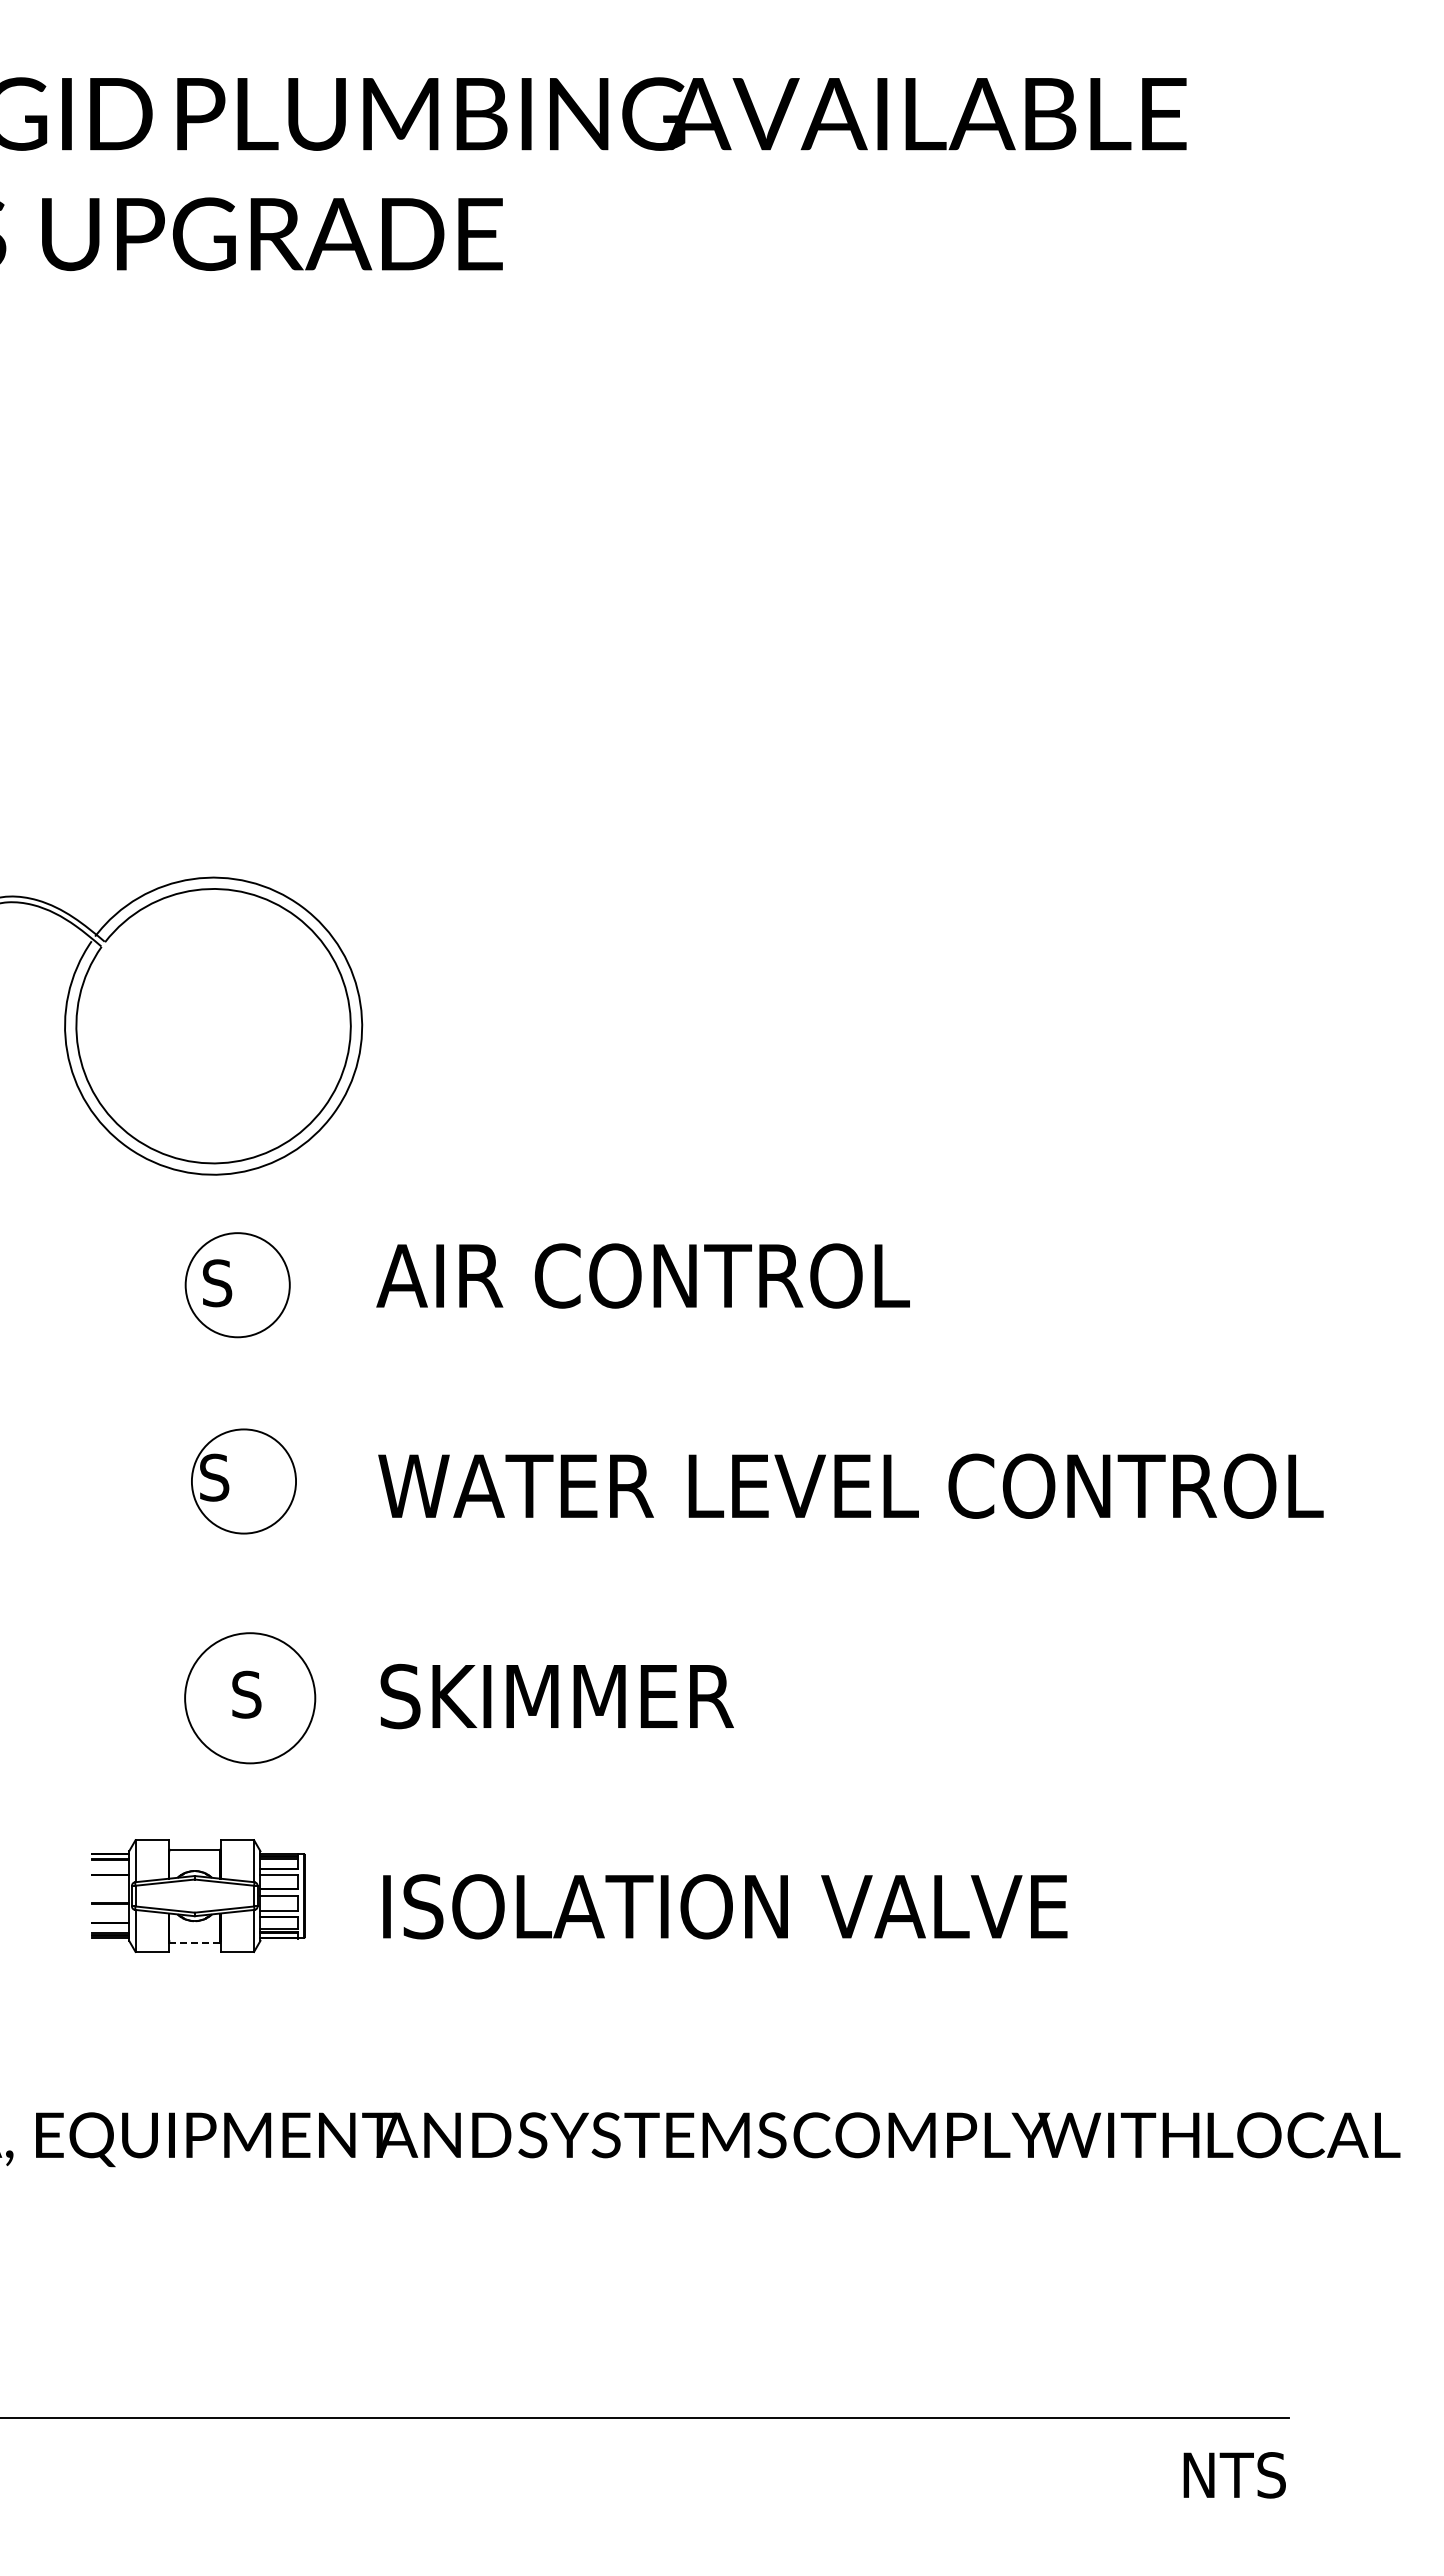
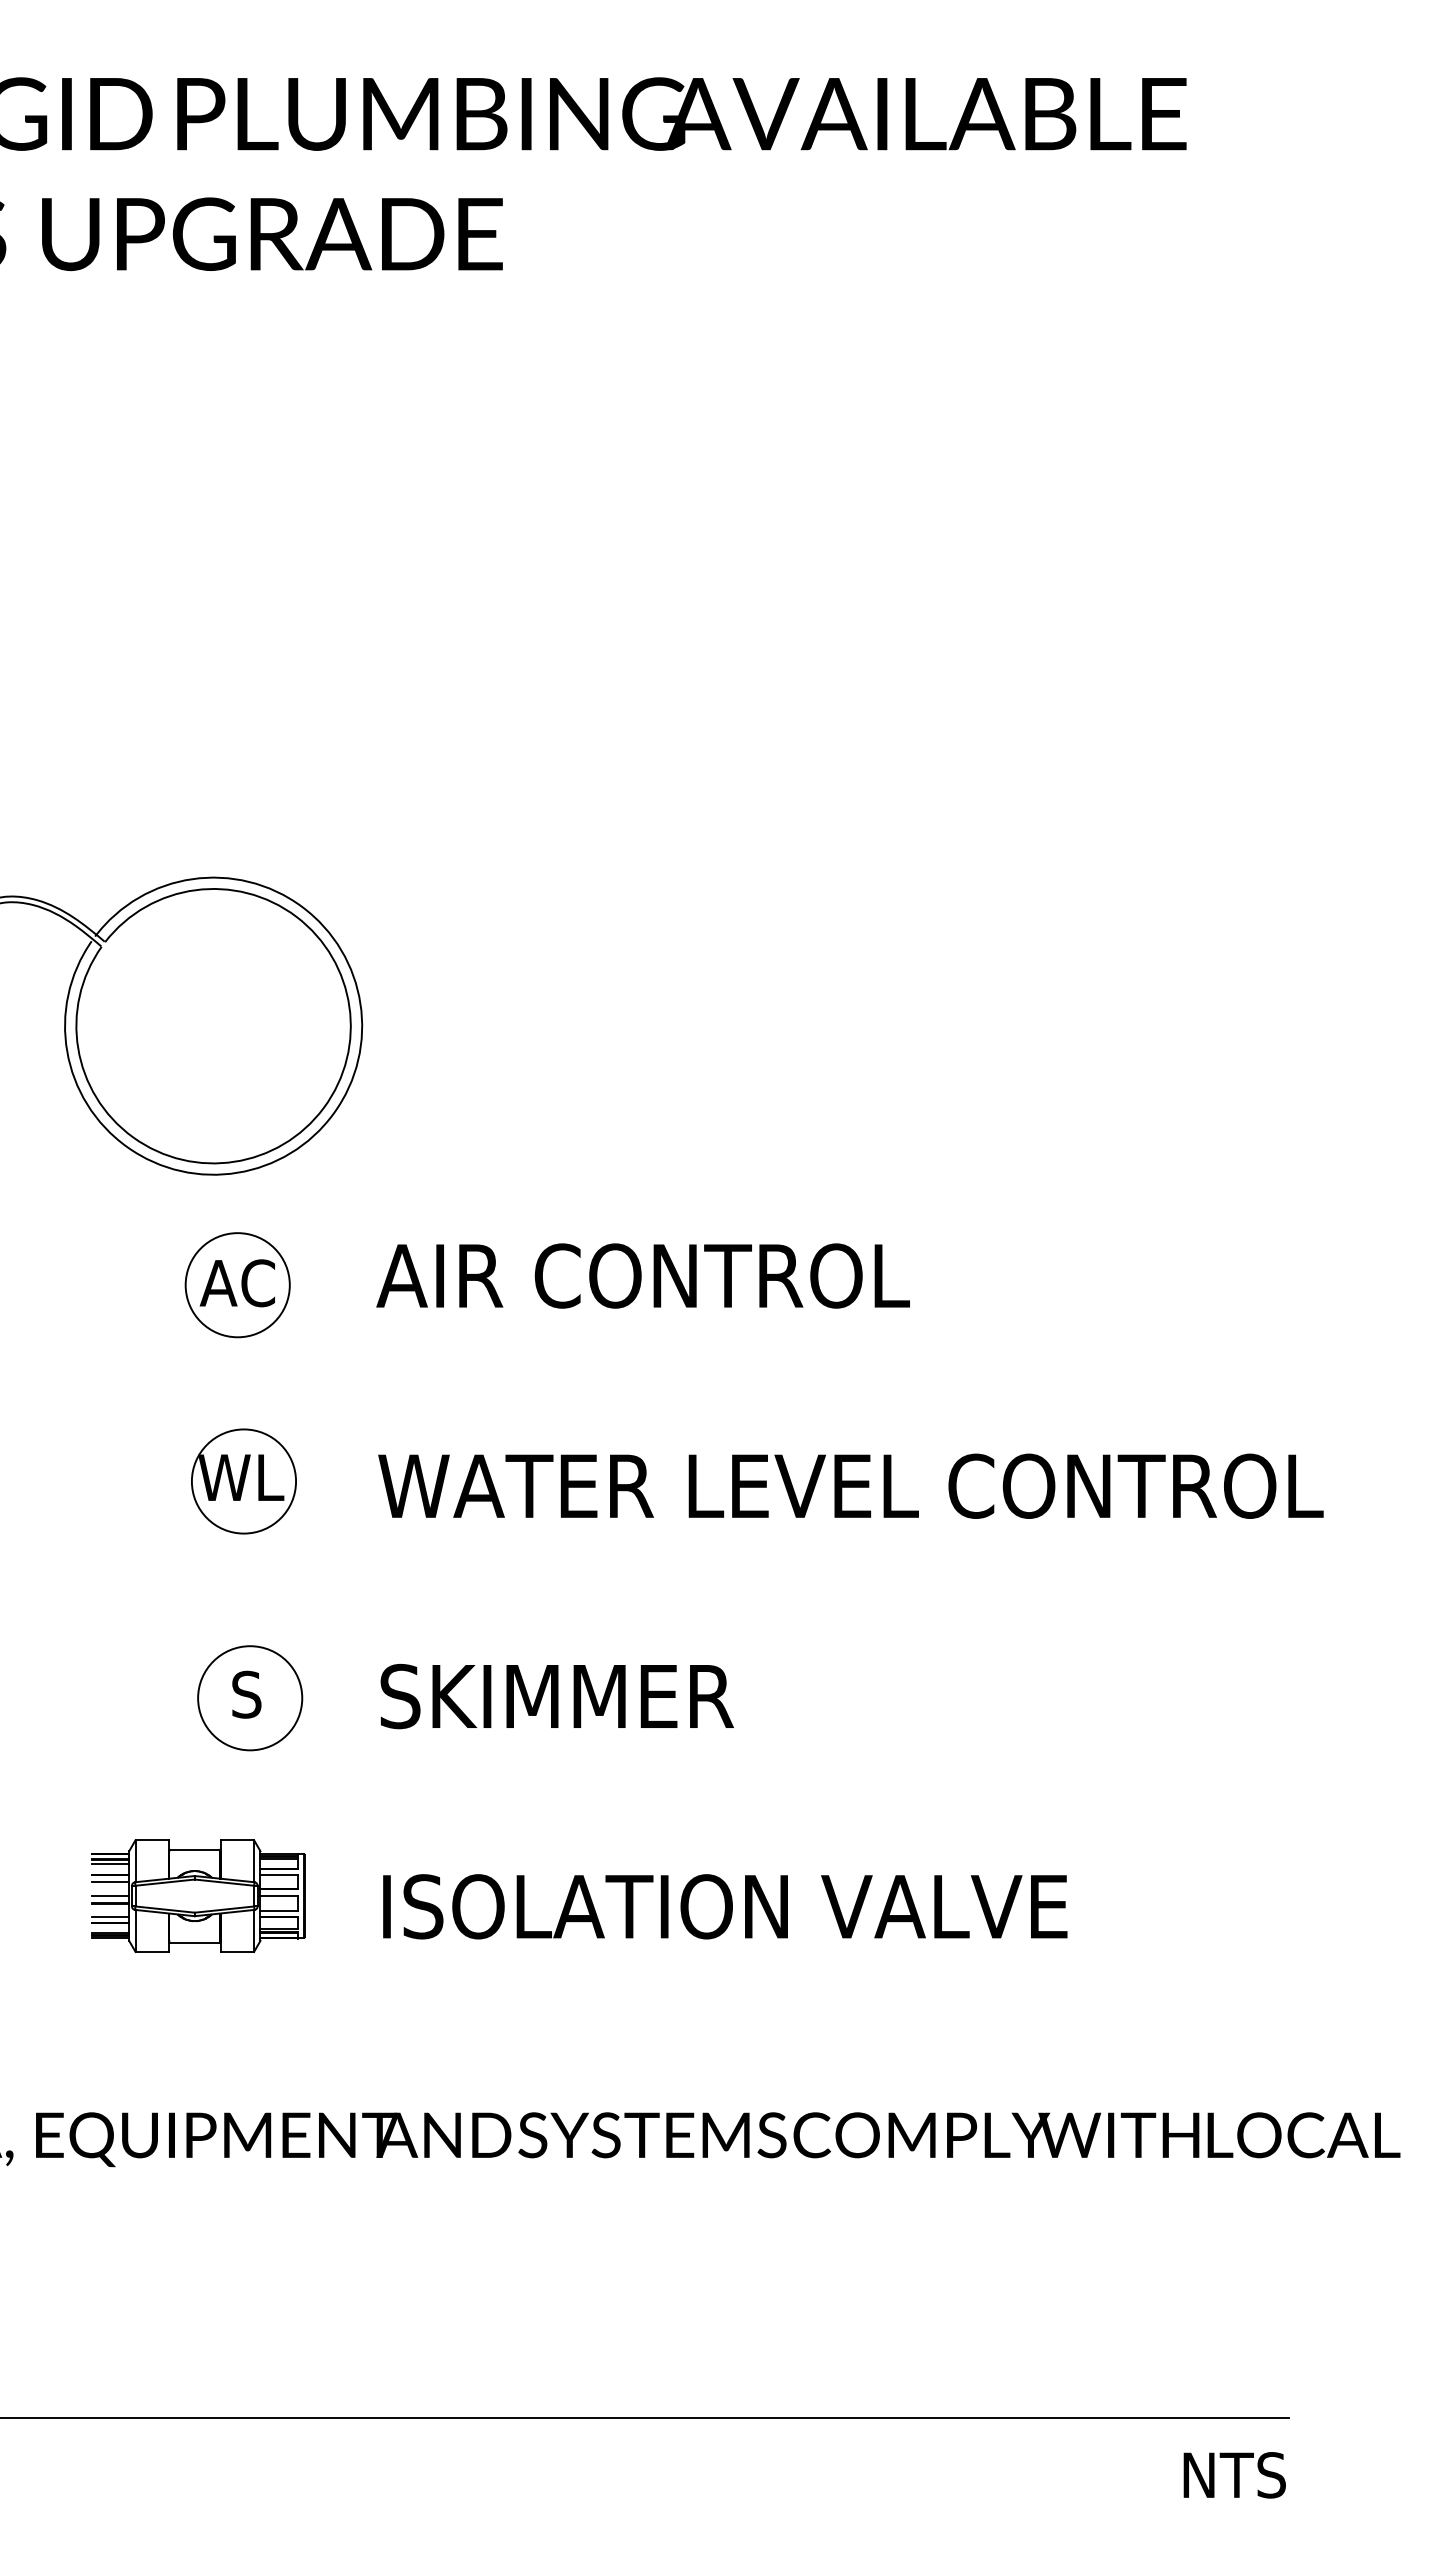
text at (236, 1283): S -> AC
text at (241, 1477): S -> WL
circle at (250, 1698) diameter: 130 px -> 104 px
line at (110, 1863): none -> present
line at (110, 1881): none -> present
line at (110, 1896): none -> present
line at (110, 1917): none -> present
line at (194, 1942): dashed -> solid
